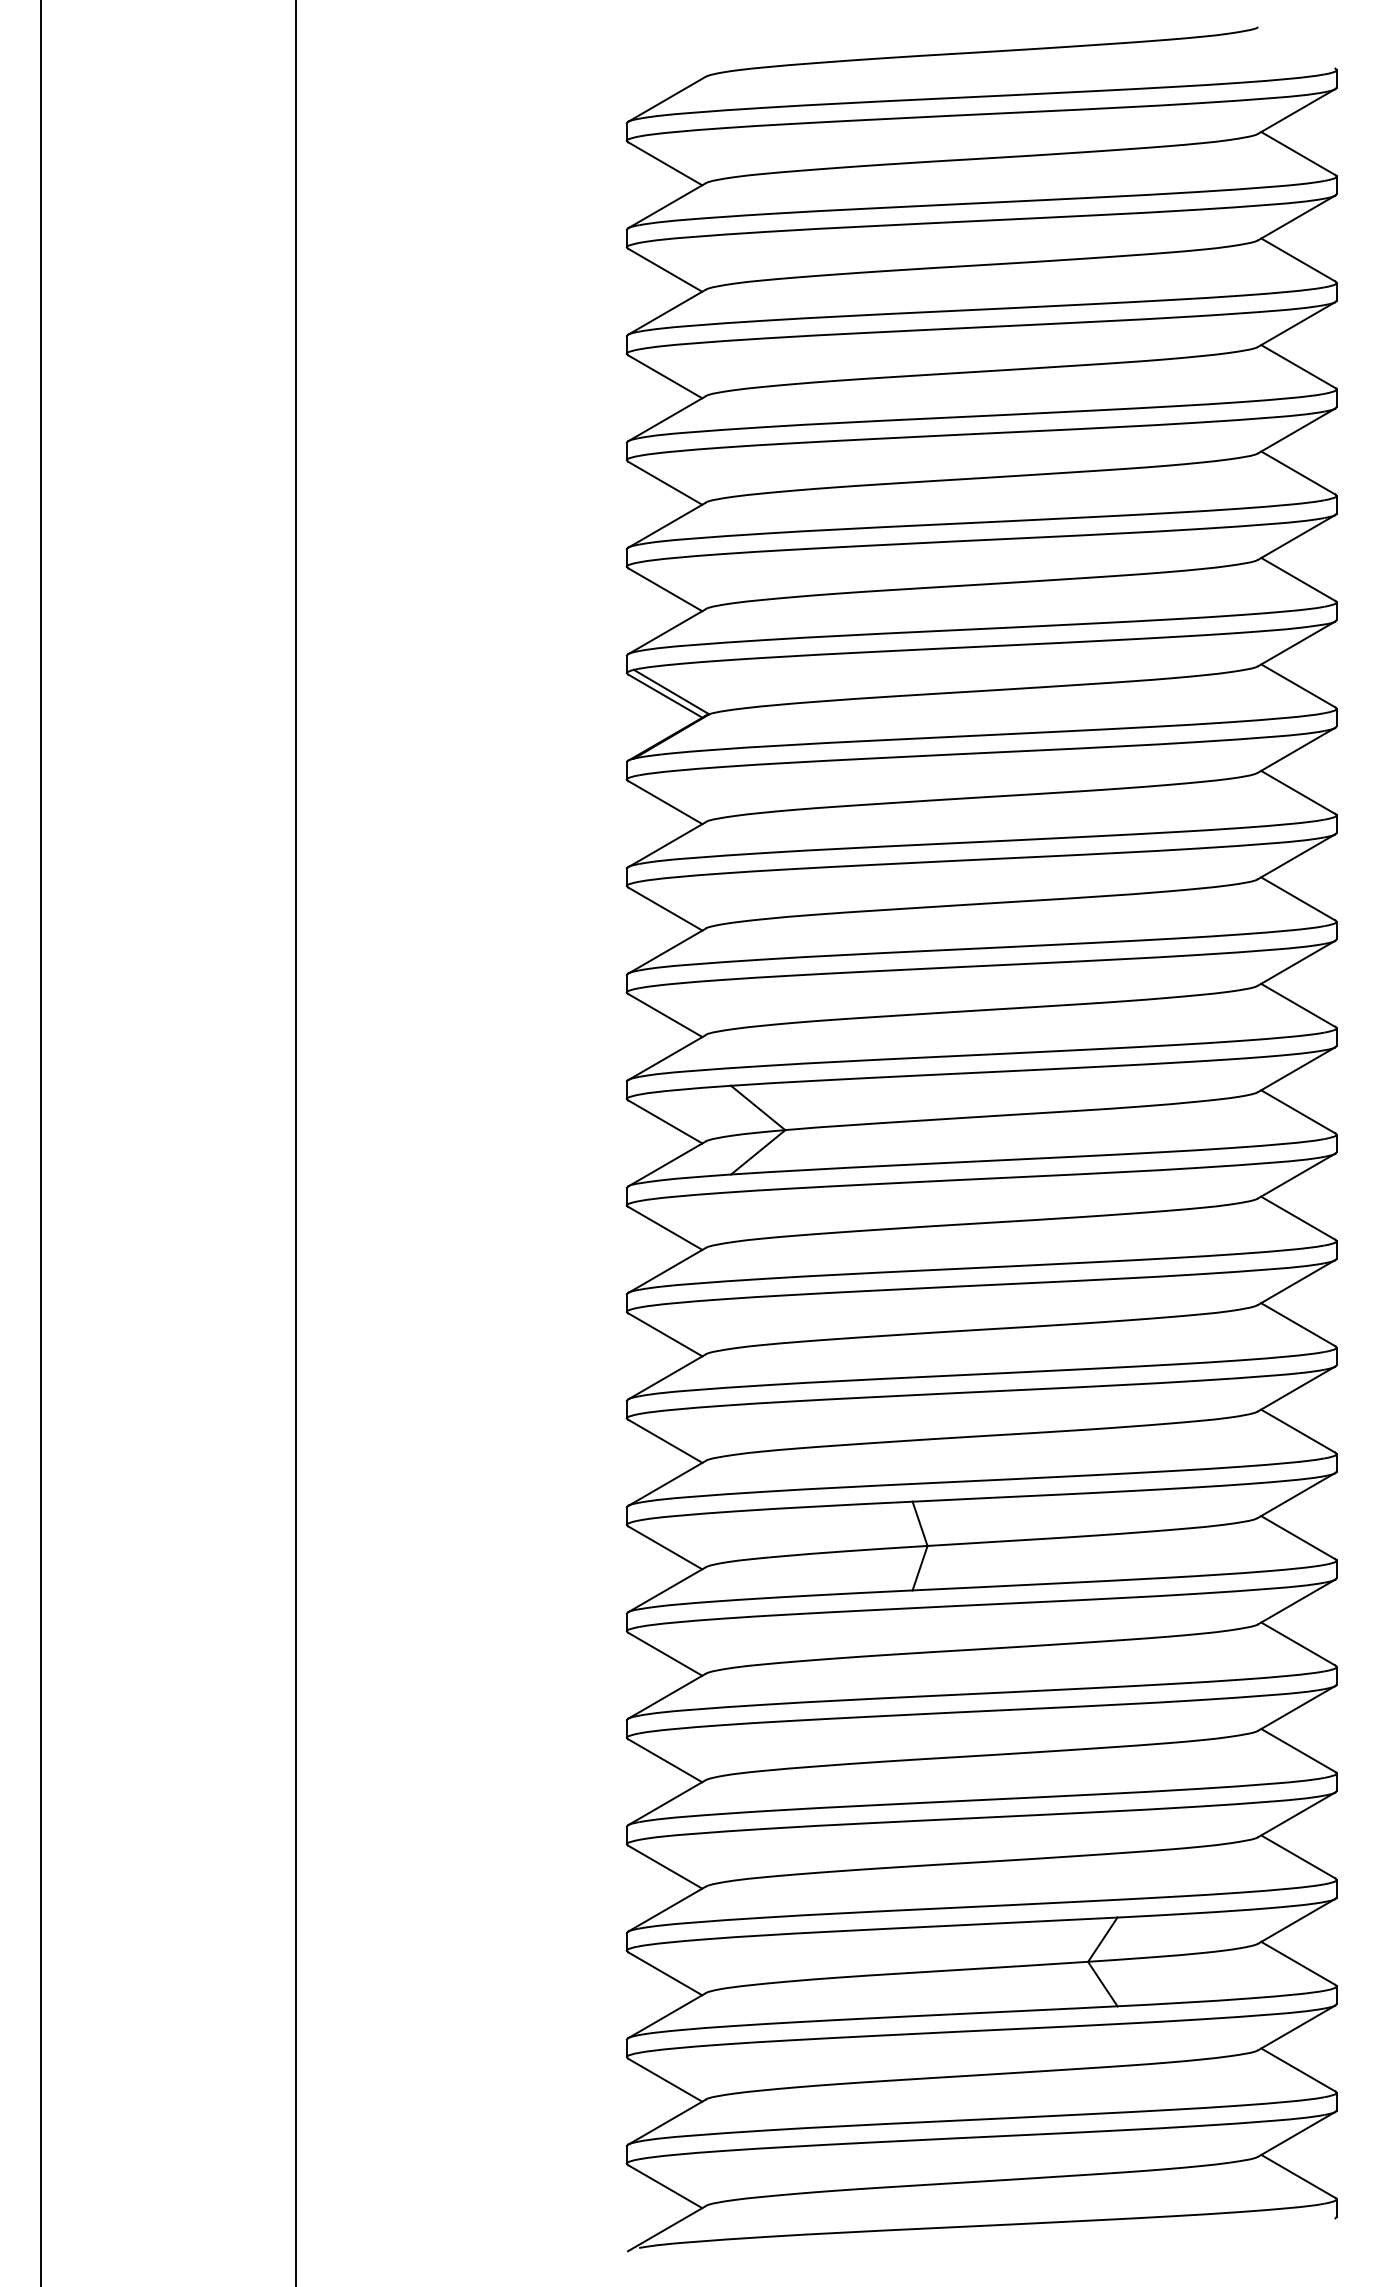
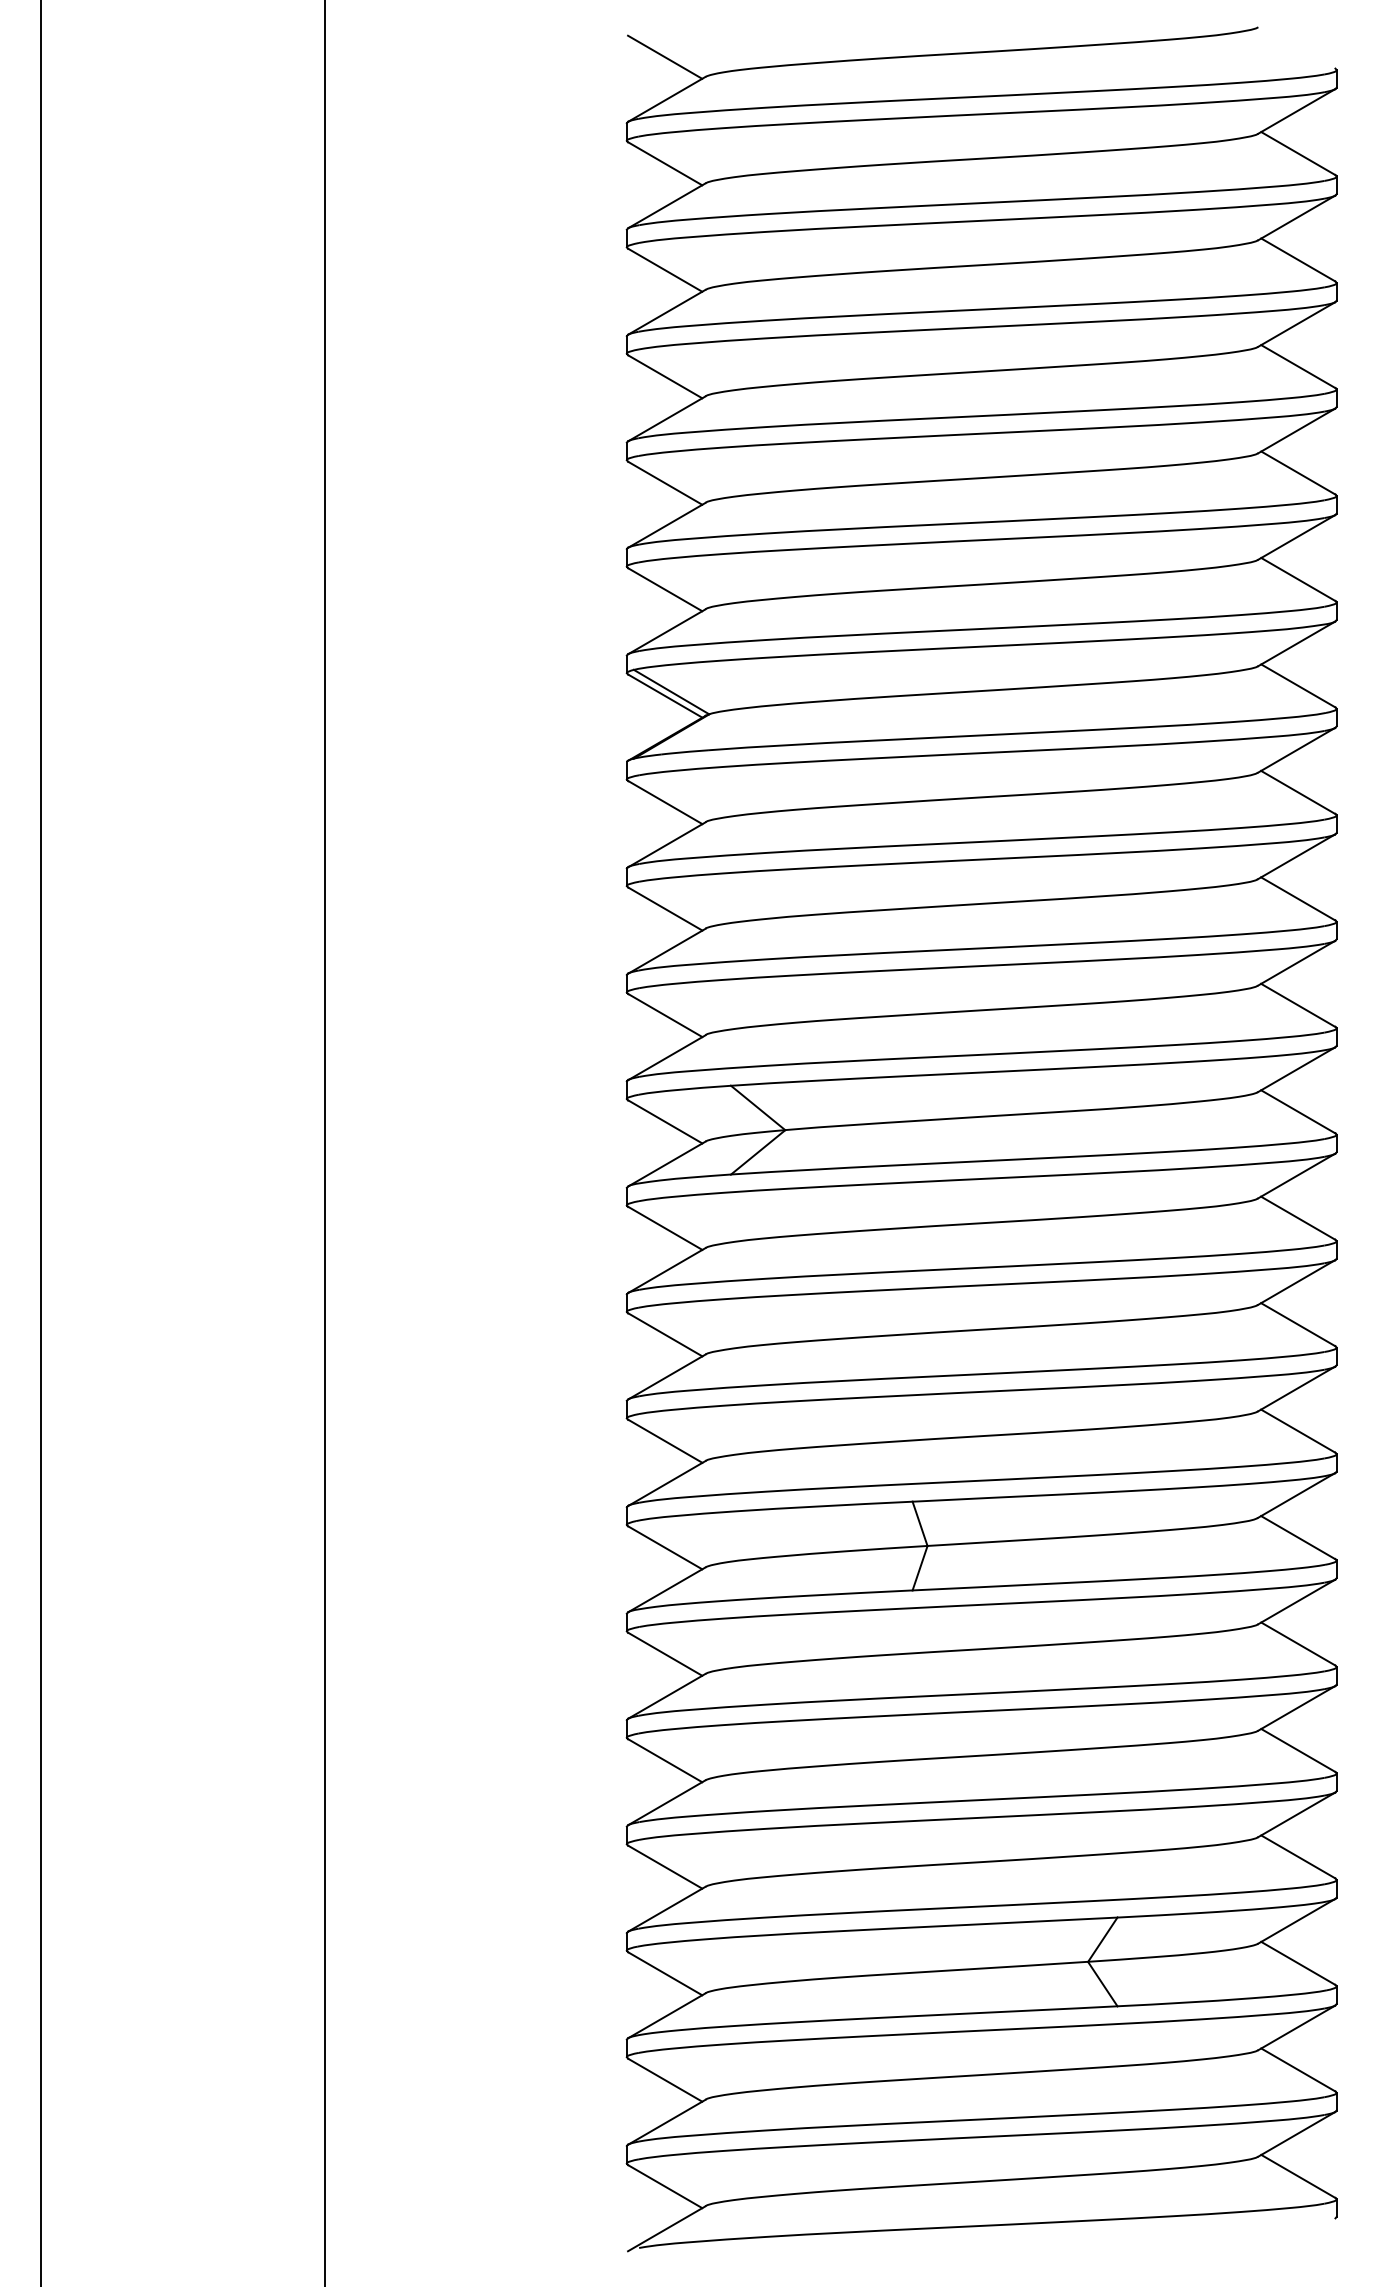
line at (665, 56): none -> present
line at (296, 1142) position: (296, 1142) -> (325, 1142)
